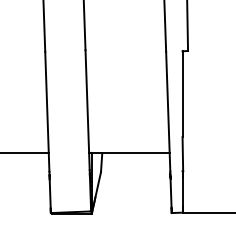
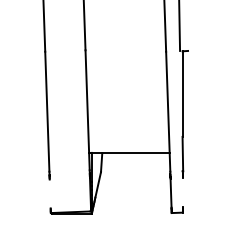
line at (187, 26) position: (187, 26) -> (179, 26)
line at (25, 153): present -> none
line at (182, 192): present -> none
line at (49, 193): present -> none
line at (207, 212): present -> none
